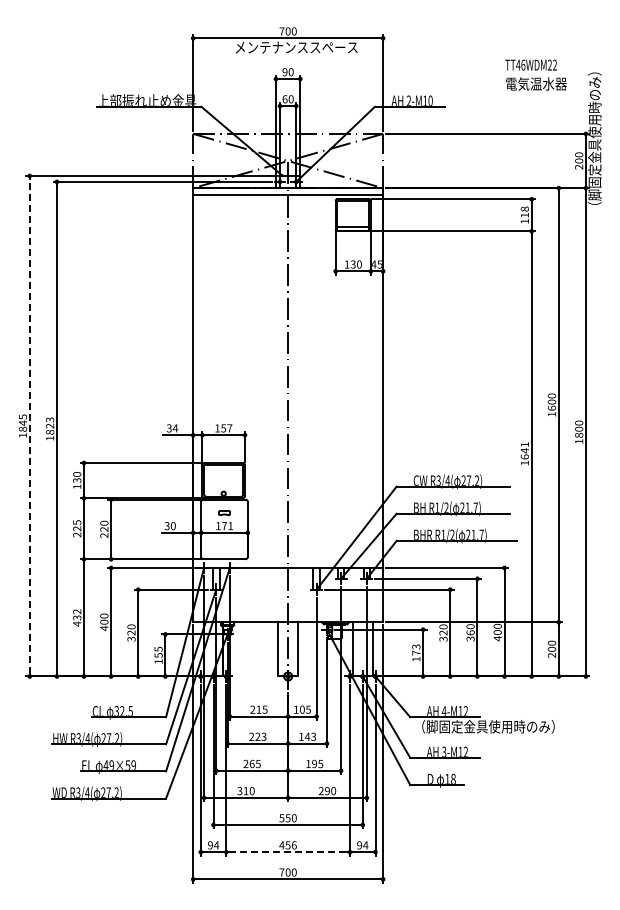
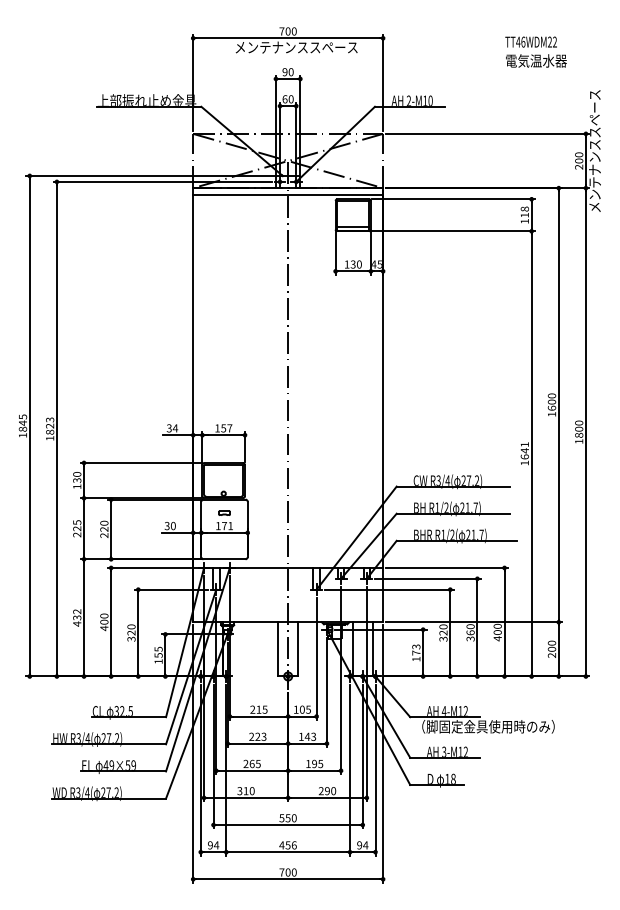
text at (535, 74) position: (535, 74) -> (535, 51)
text at (594, 141): （脚固定金具使用時のみ） -> メンテナンススペース
line at (29, 426): dashed -> solid
line at (288, 852): dashed -> solid
